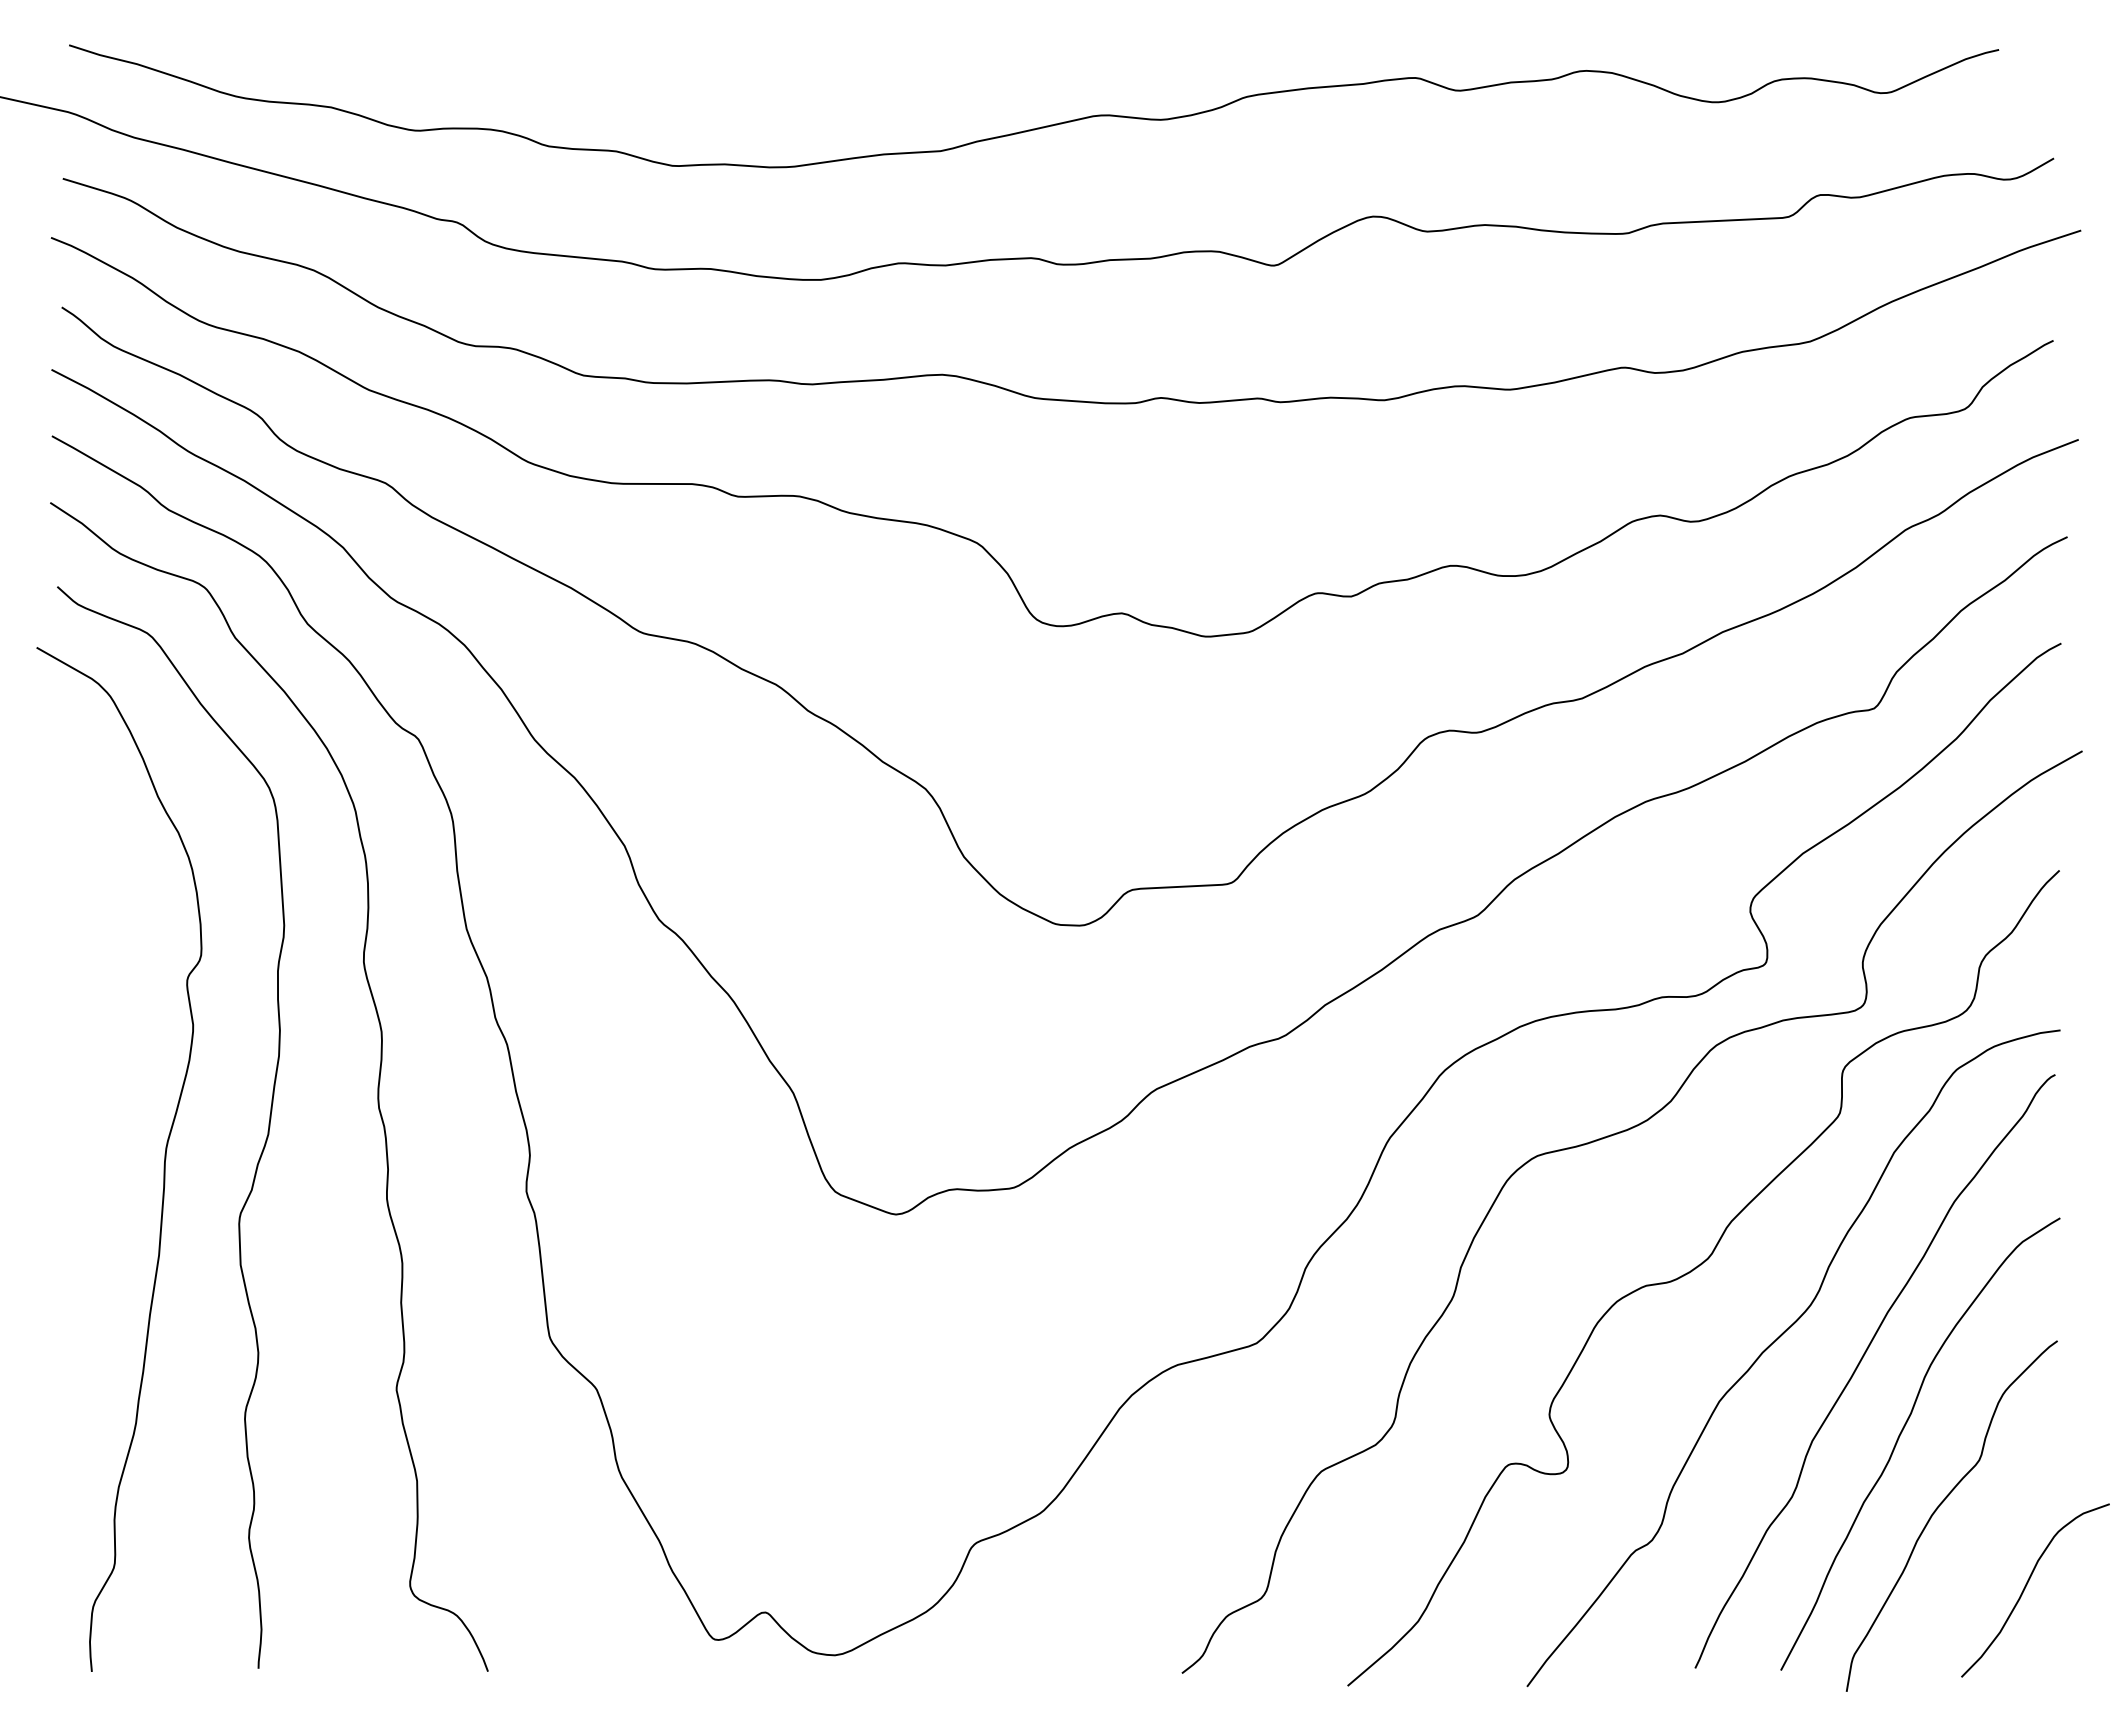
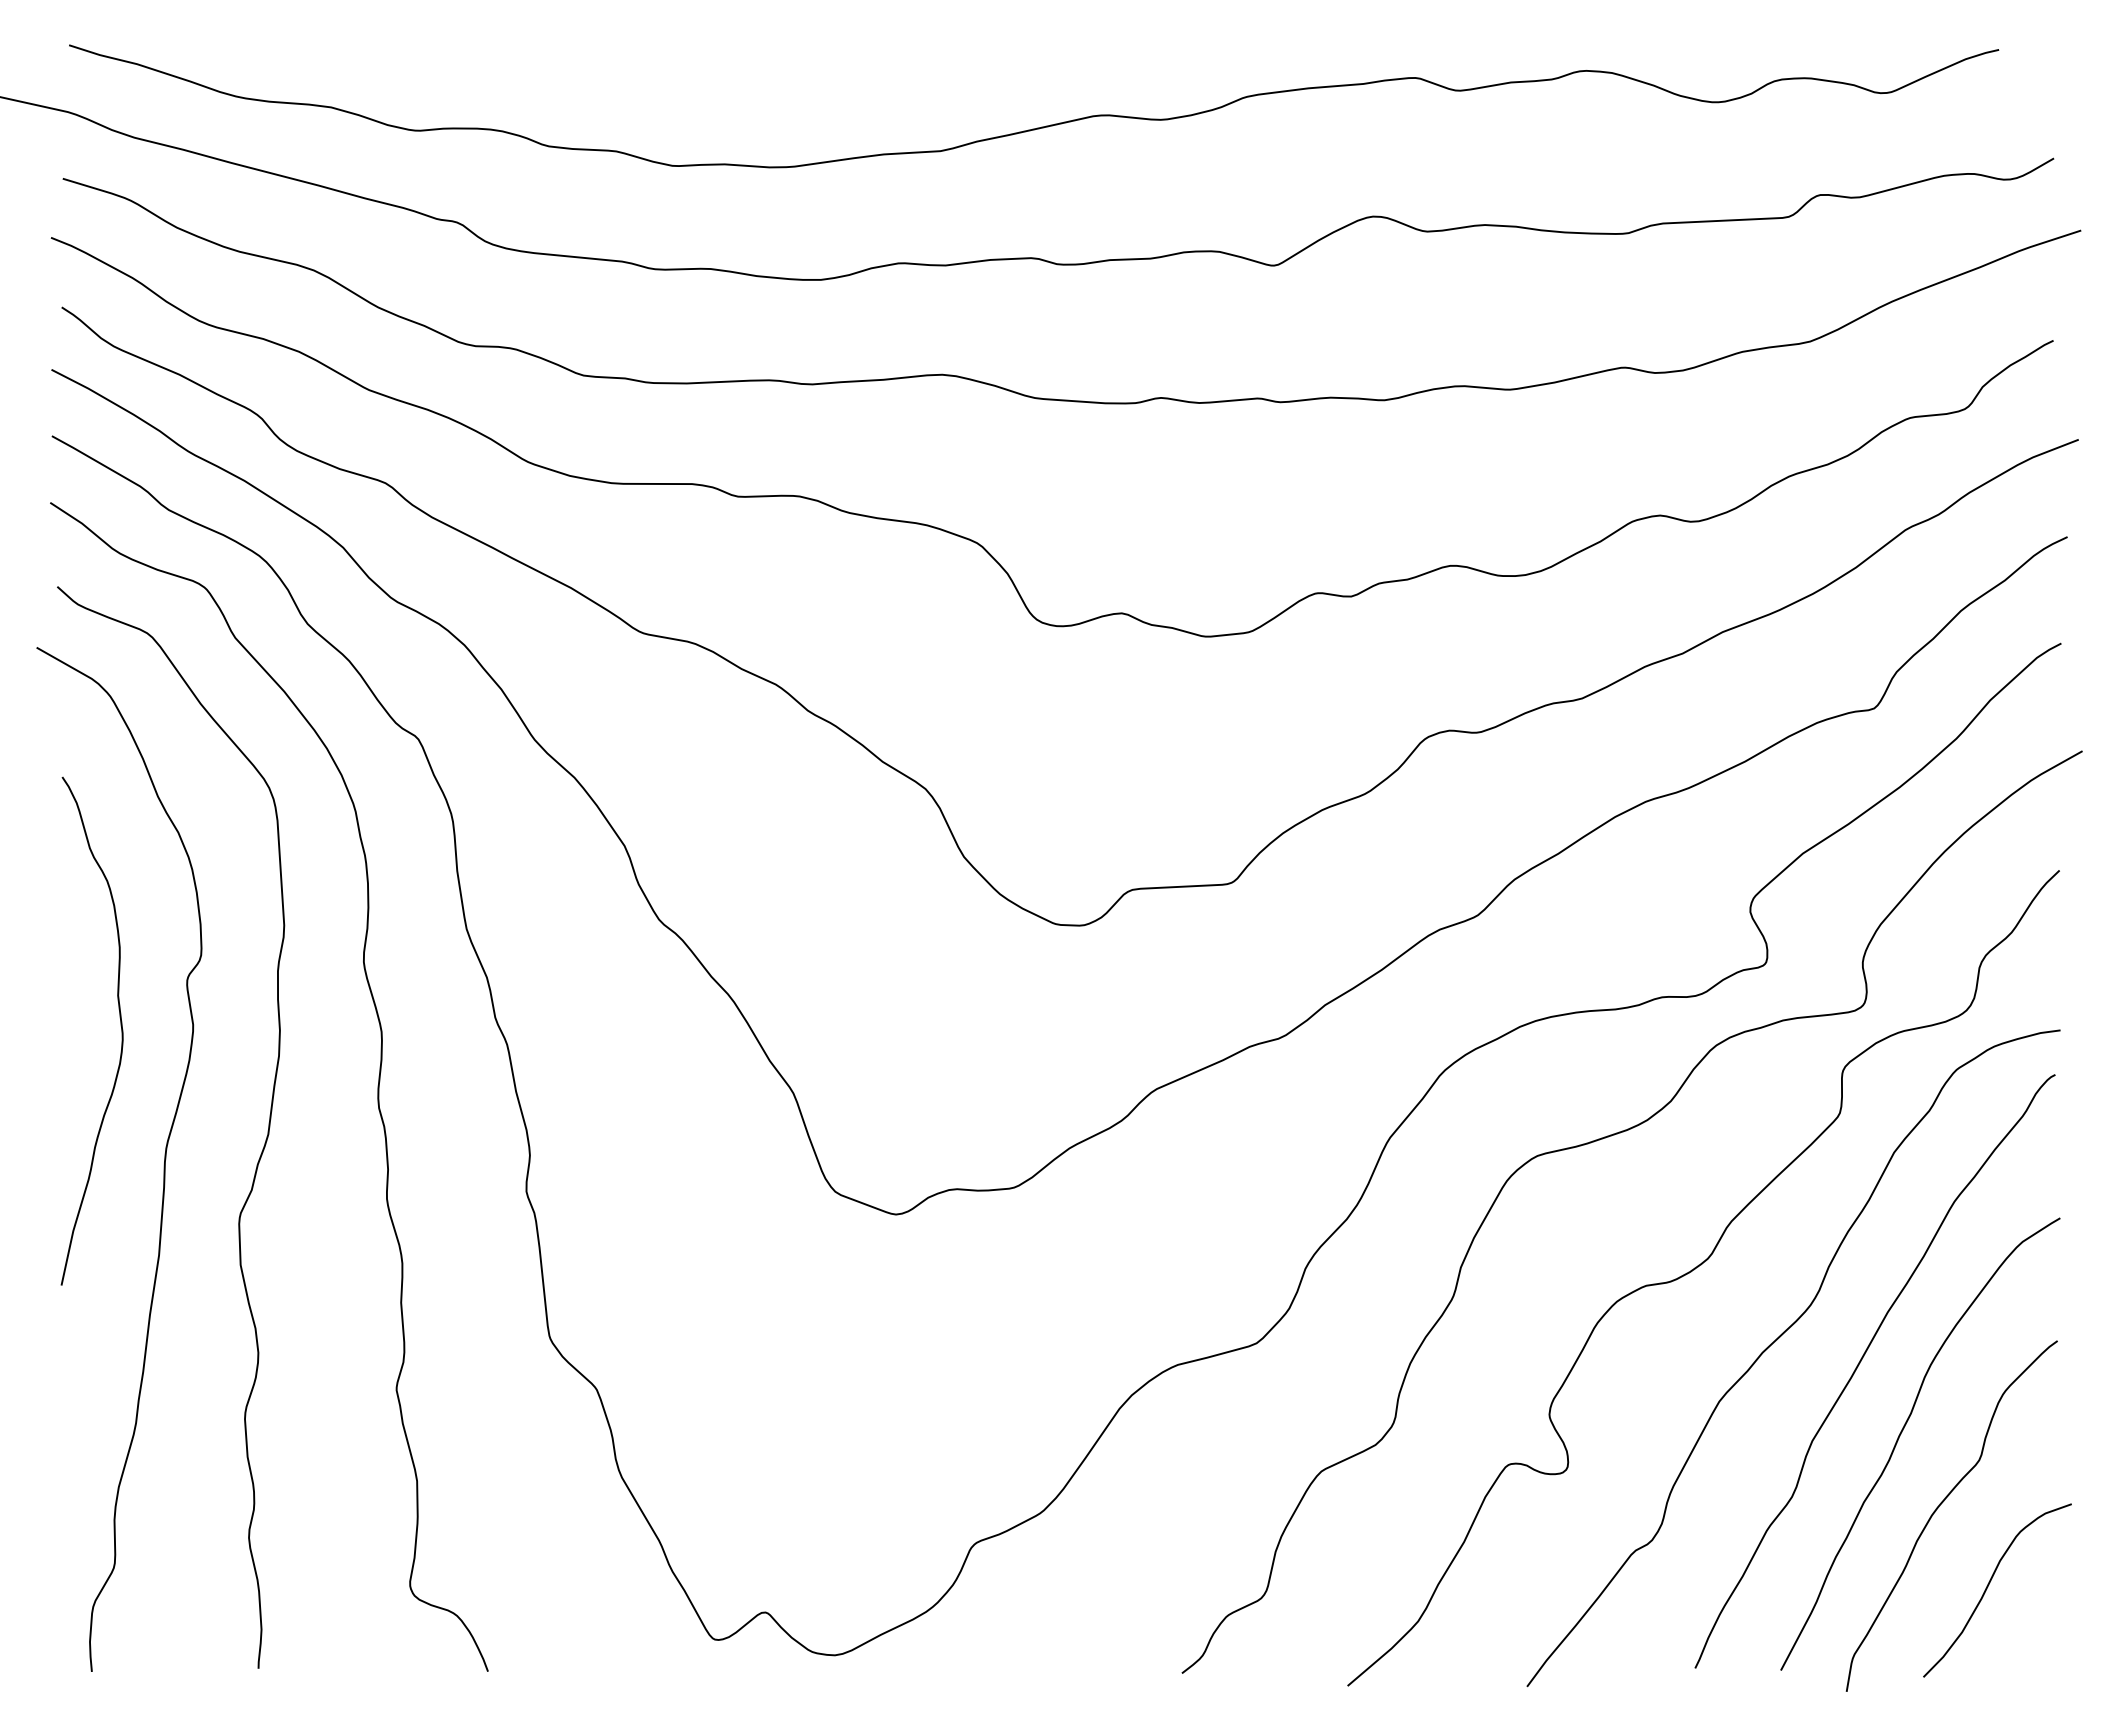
curve at (120, 1026): none -> present
curve at (2026, 1587) position: (2026, 1587) -> (1988, 1587)
